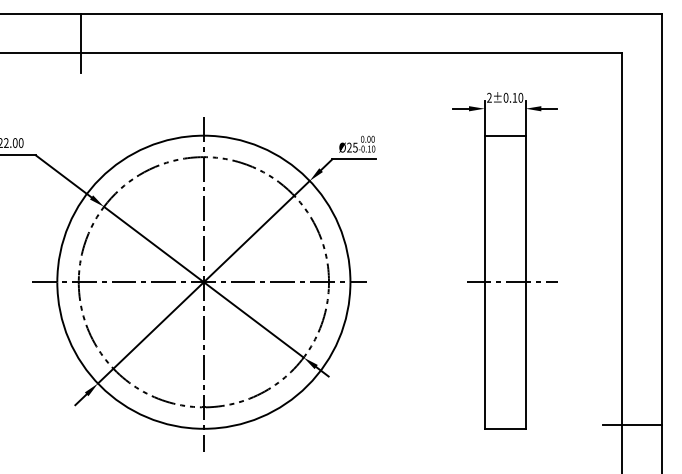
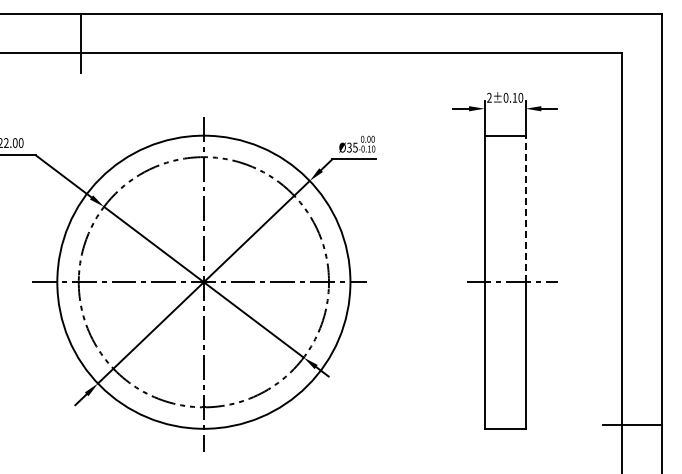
text at (349, 147): Ø25 -> Ø35
line at (525, 208): solid -> dashed
